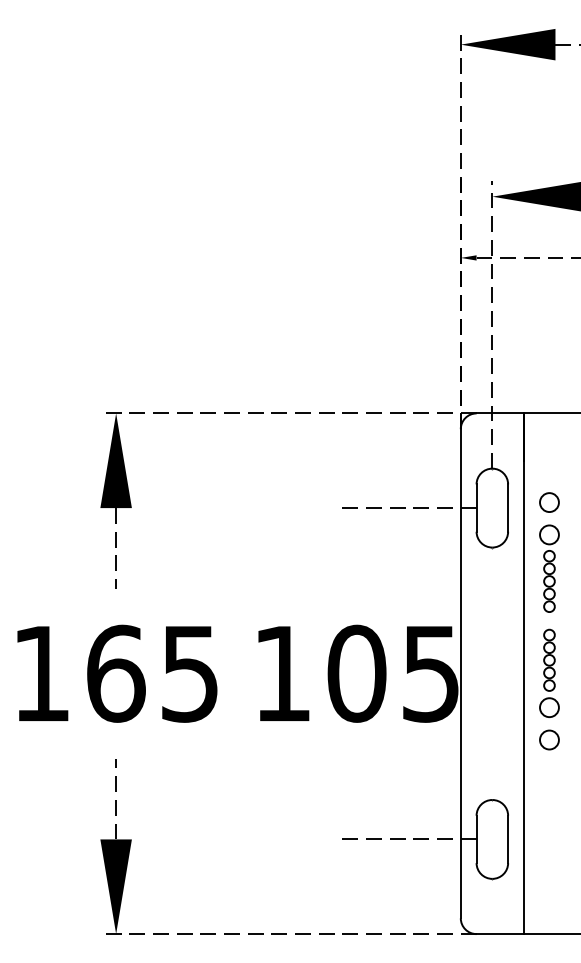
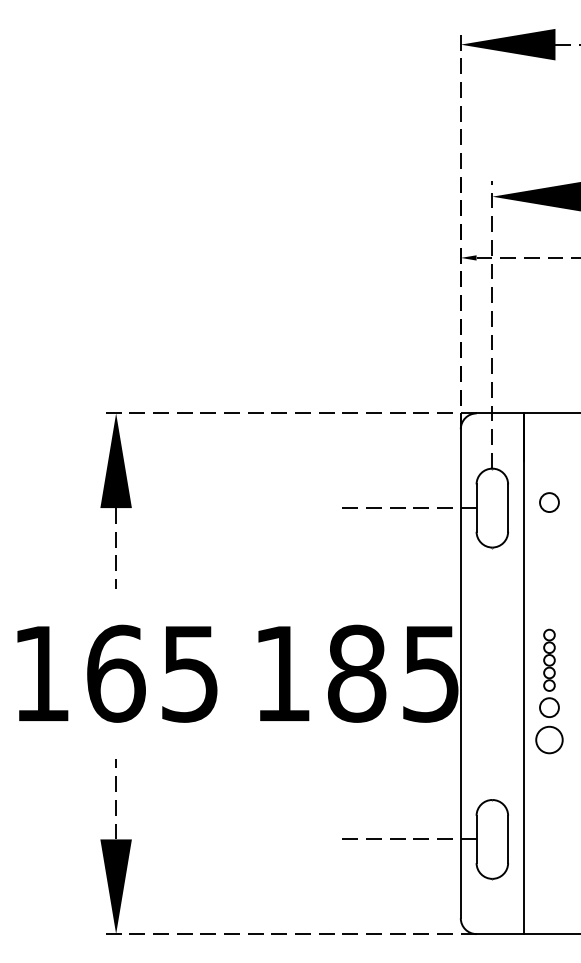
part at (549, 568): present -> none
text at (356, 673): 105 -> 185
circle at (549, 739) size: 21x22 px -> 29x30 px
